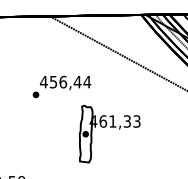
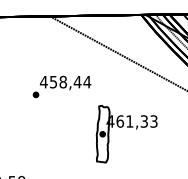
text at (63, 81): 456,44 -> 458,44
part at (110, 127) position: (110, 127) -> (127, 127)
